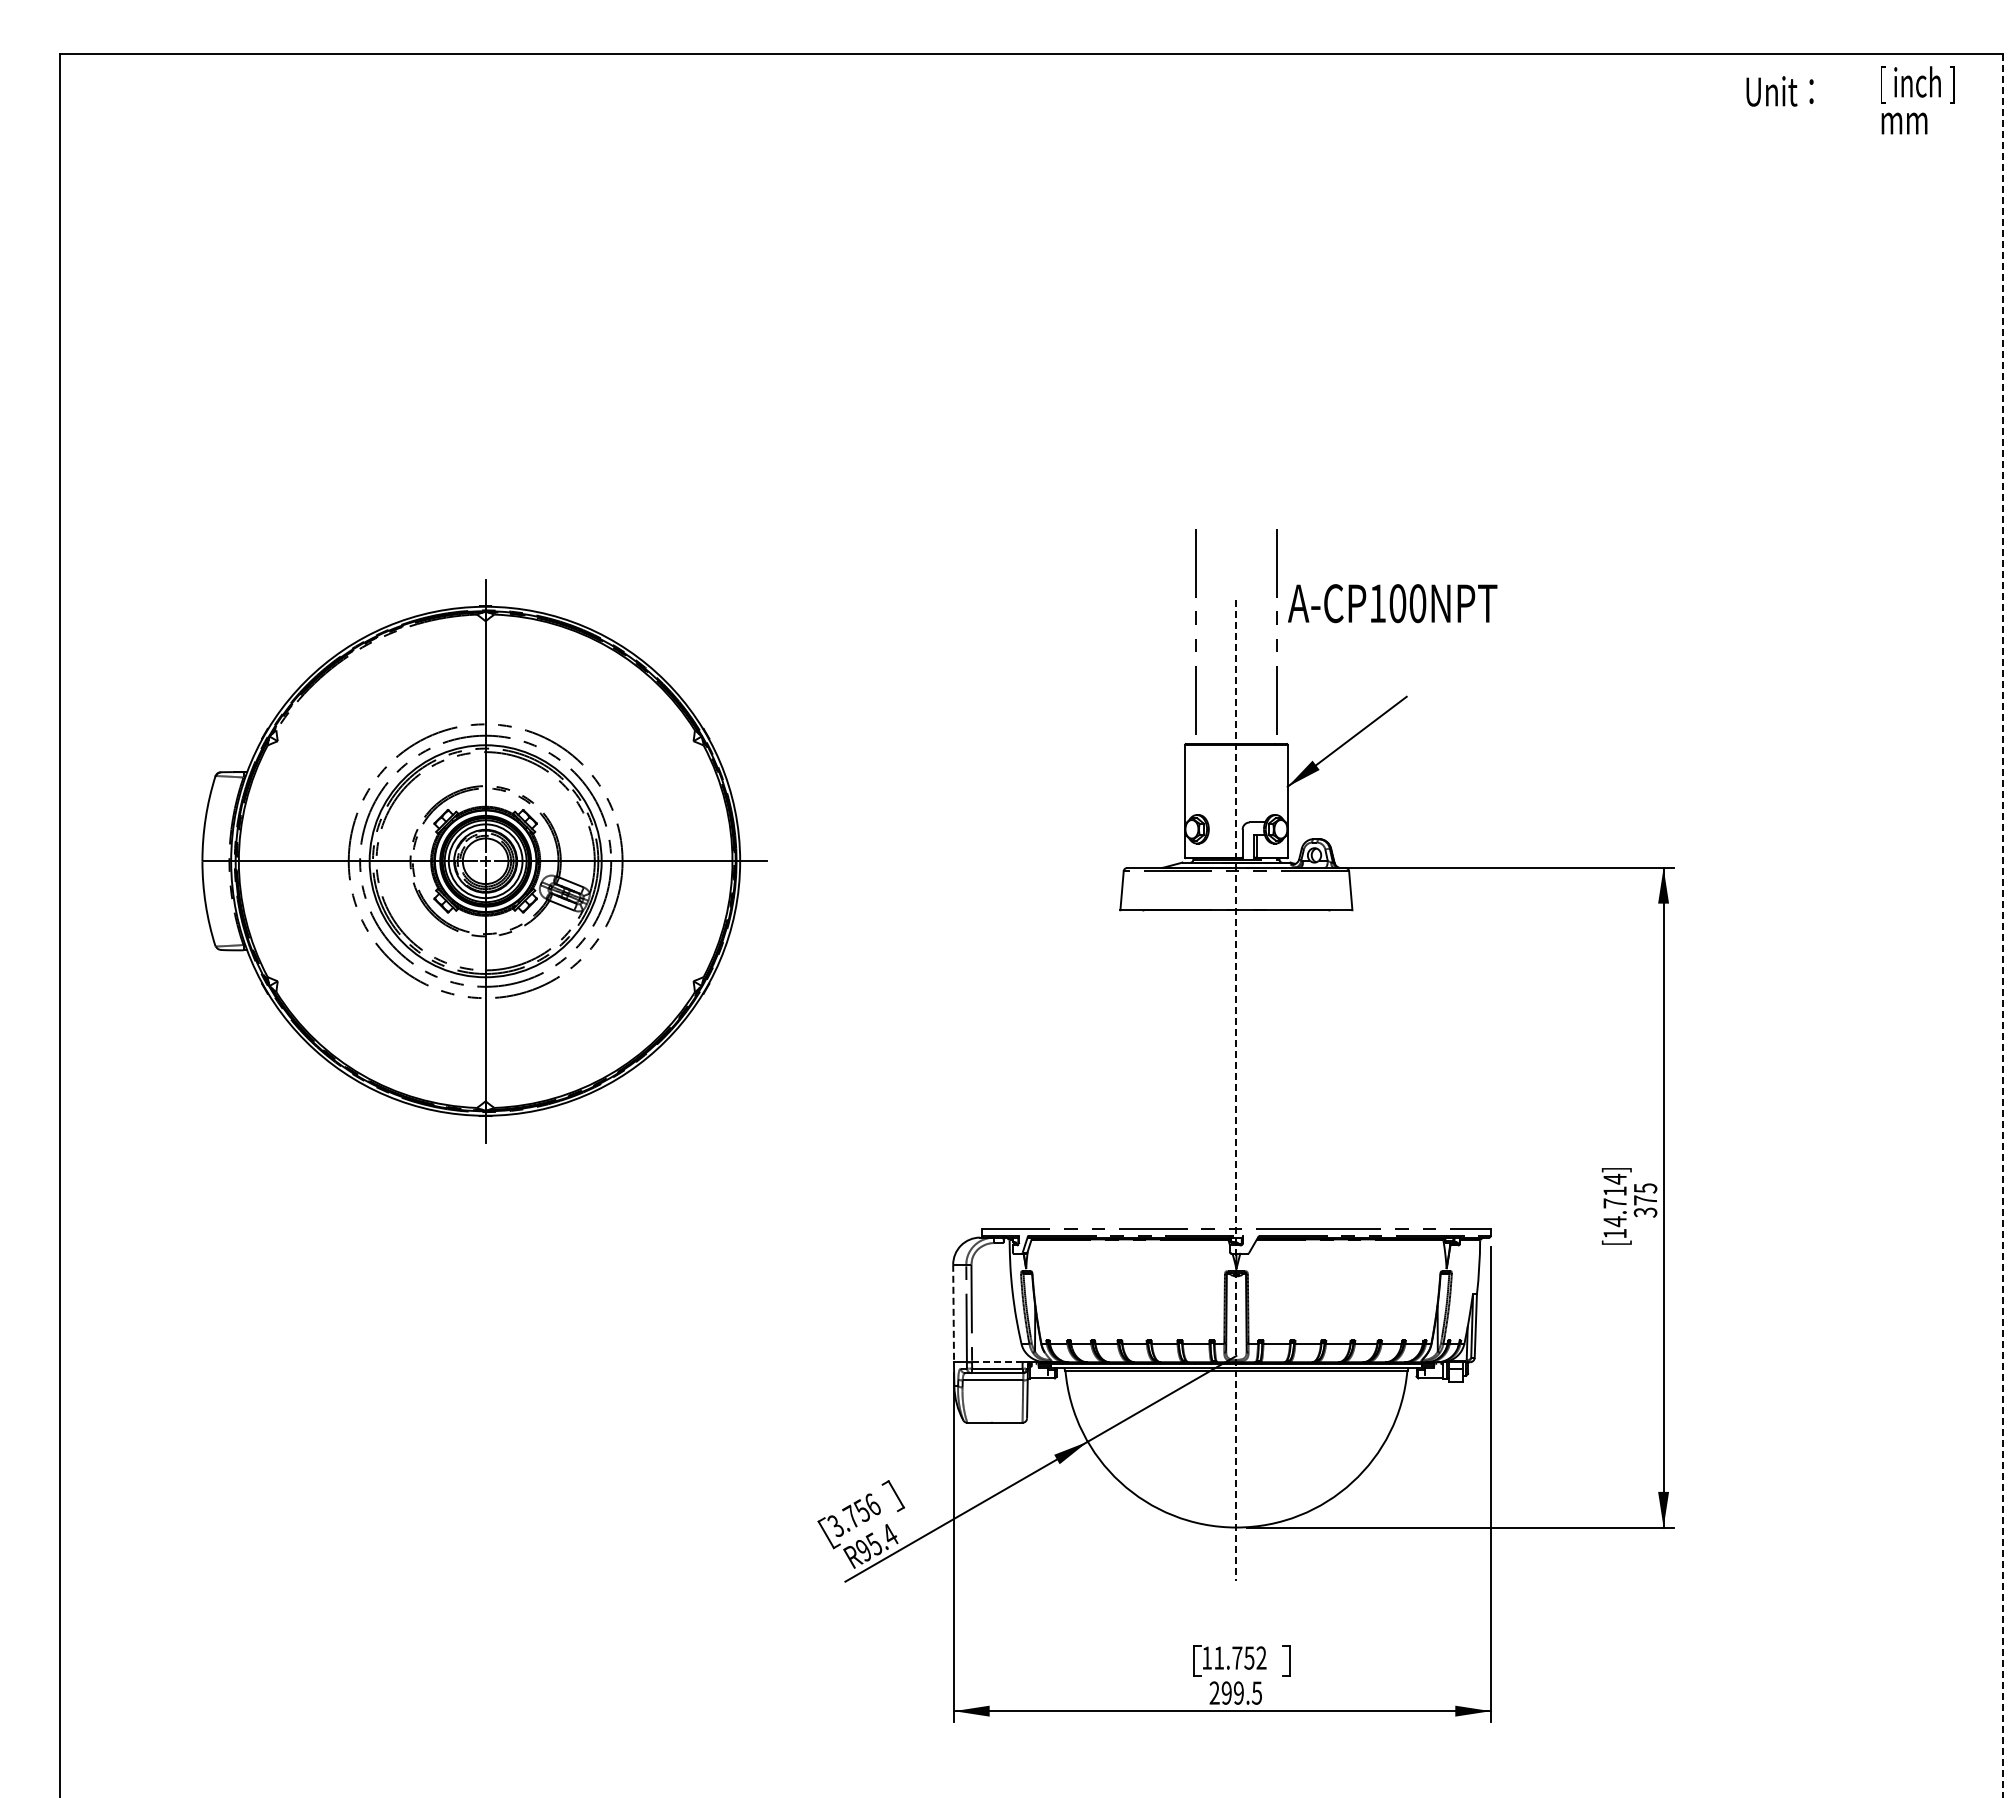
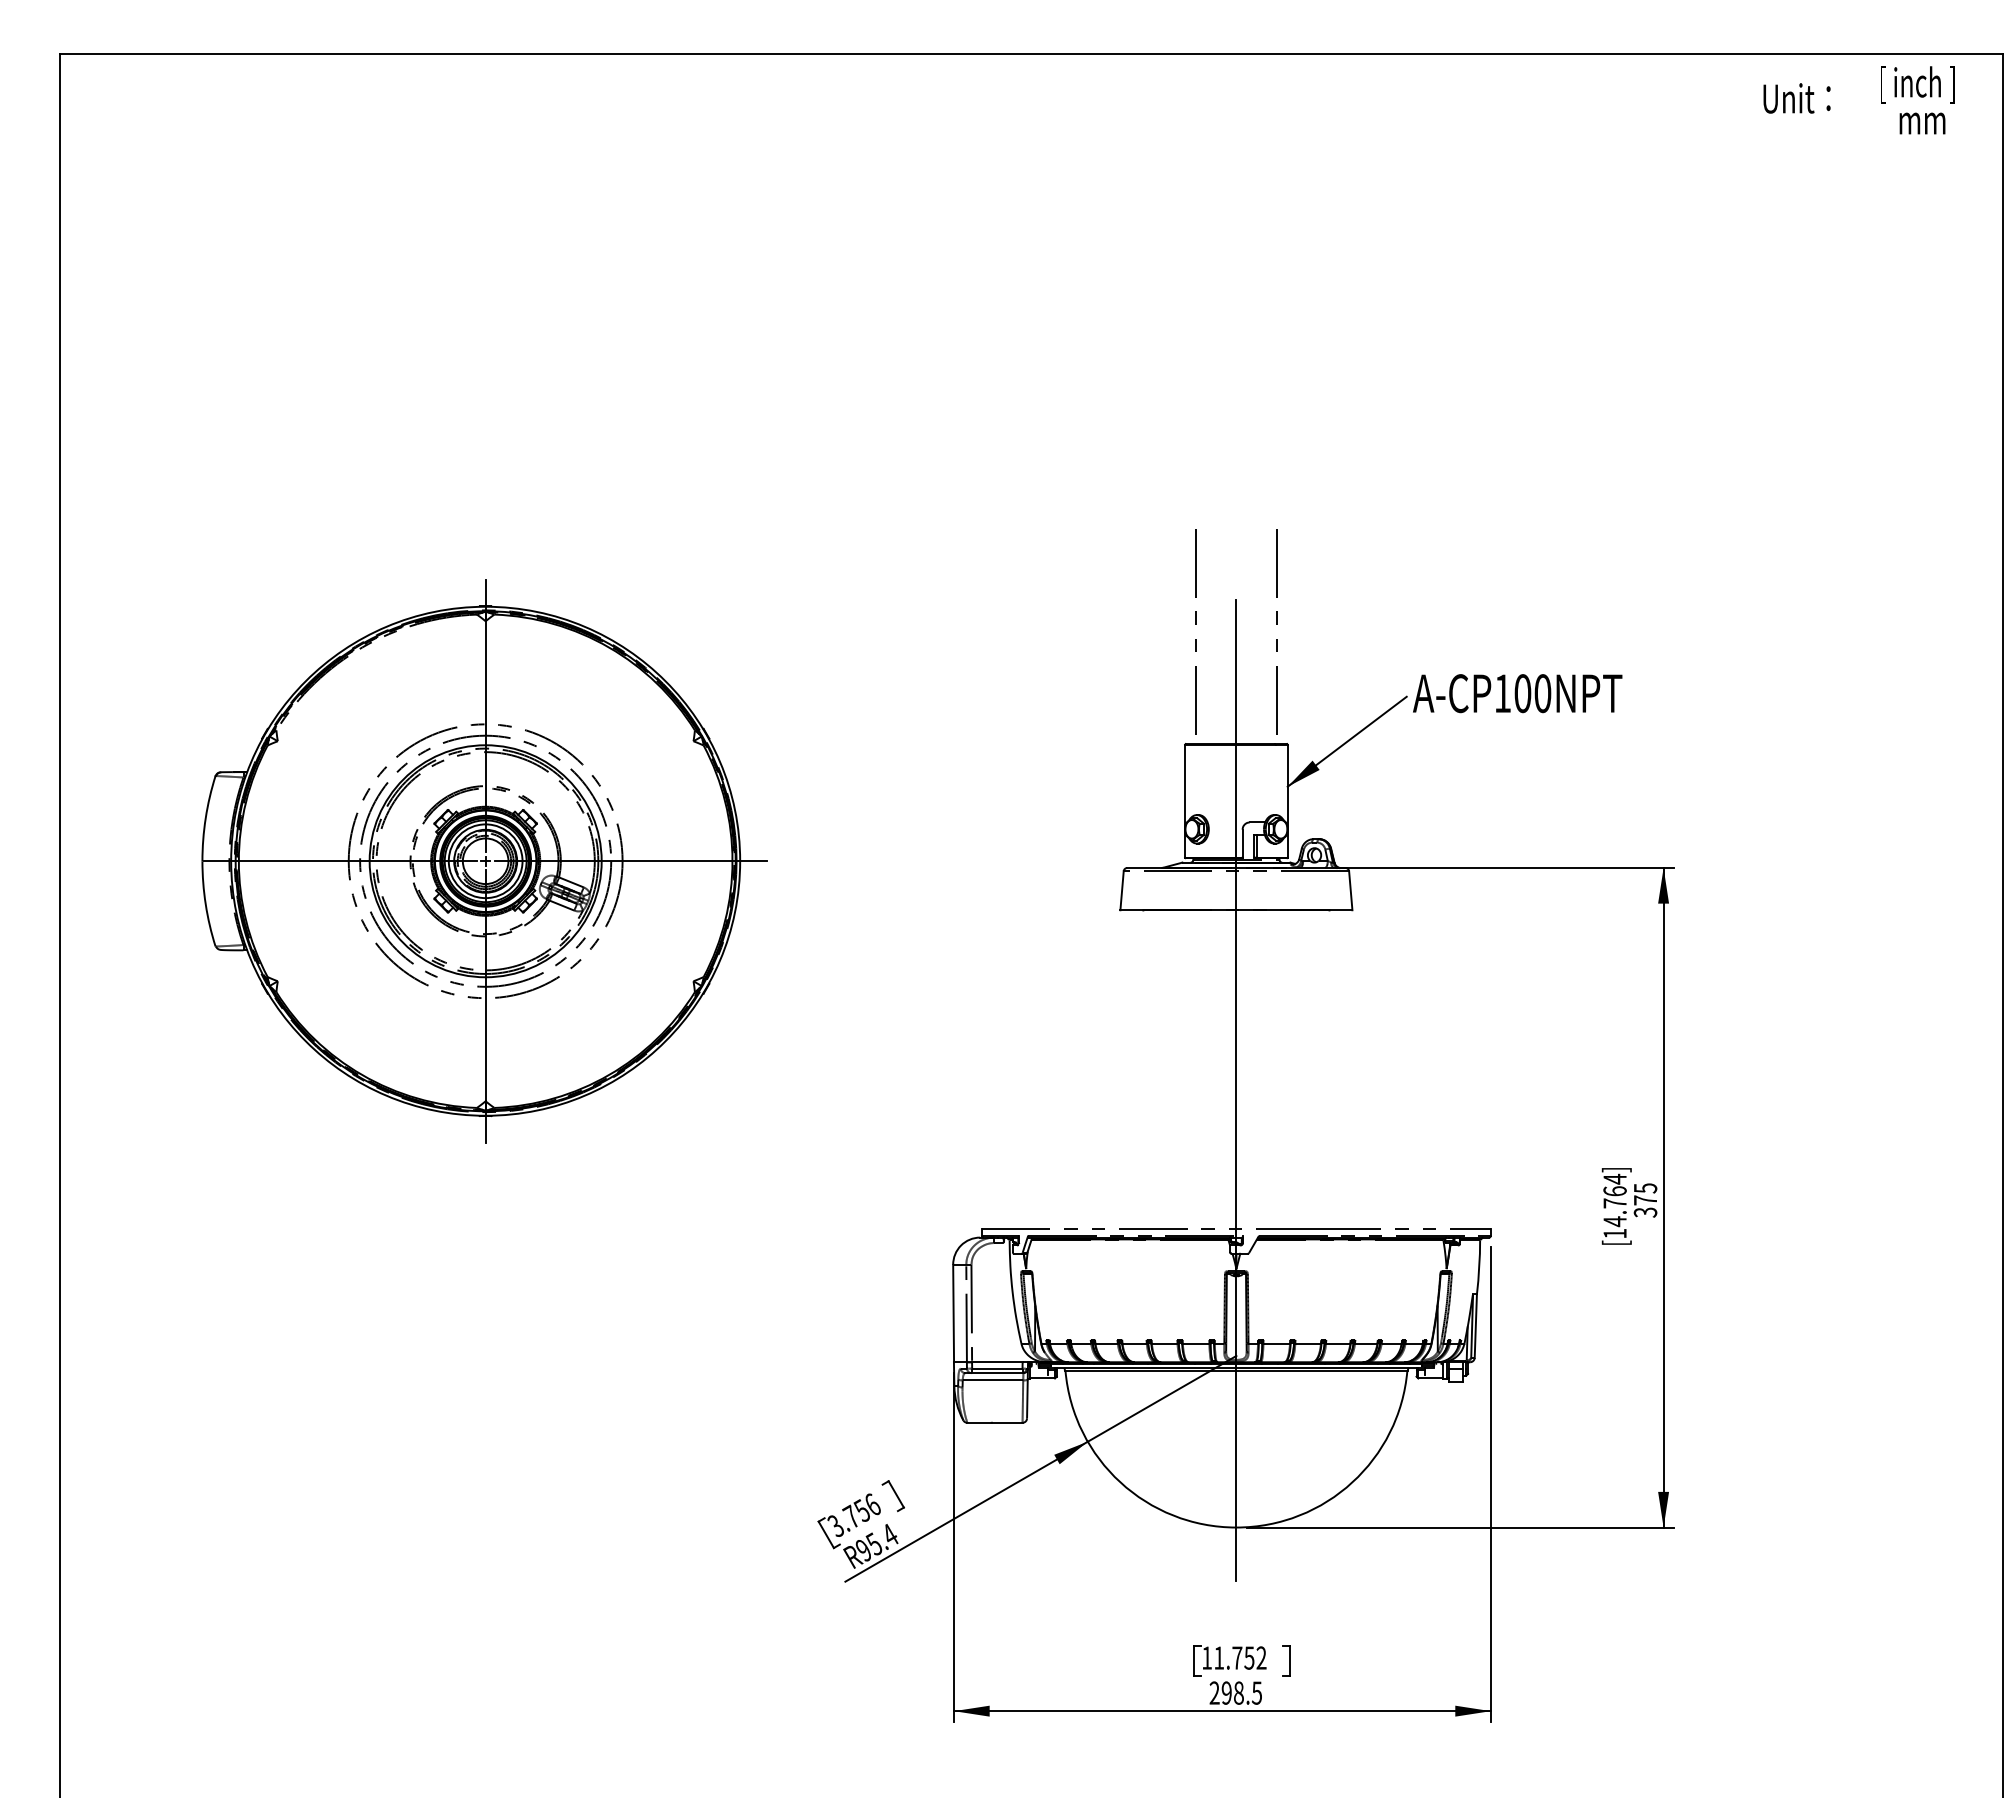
text at (1779, 91) position: (1779, 91) -> (1796, 98)
text at (1904, 123) position: (1904, 123) -> (1922, 123)
text at (1392, 603) position: (1392, 603) -> (1517, 693)
line at (2002, 925): dashed -> solid
line at (1236, 1090): dashed -> solid
text at (1614, 1191): [14.714] -> [14.764]
line at (953, 1313): dashed -> solid
line at (996, 1362): dashed -> solid
text at (1238, 1692): 299.5 -> 298.5
